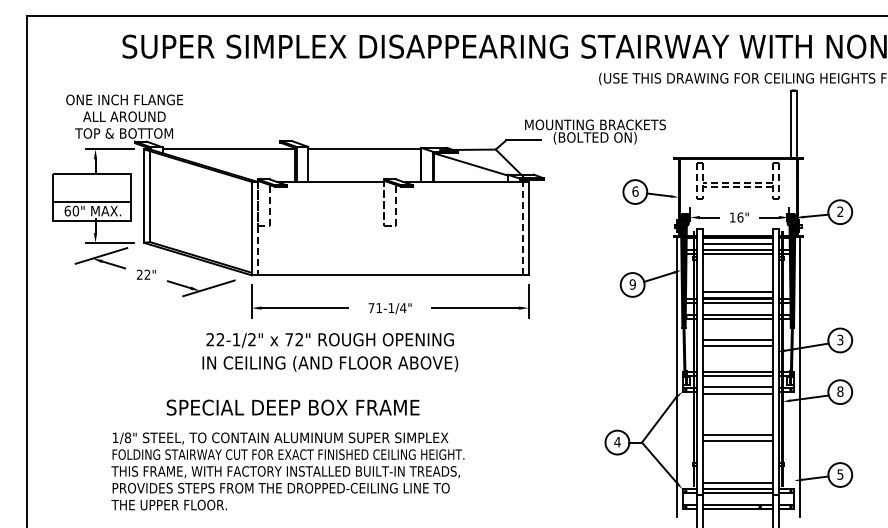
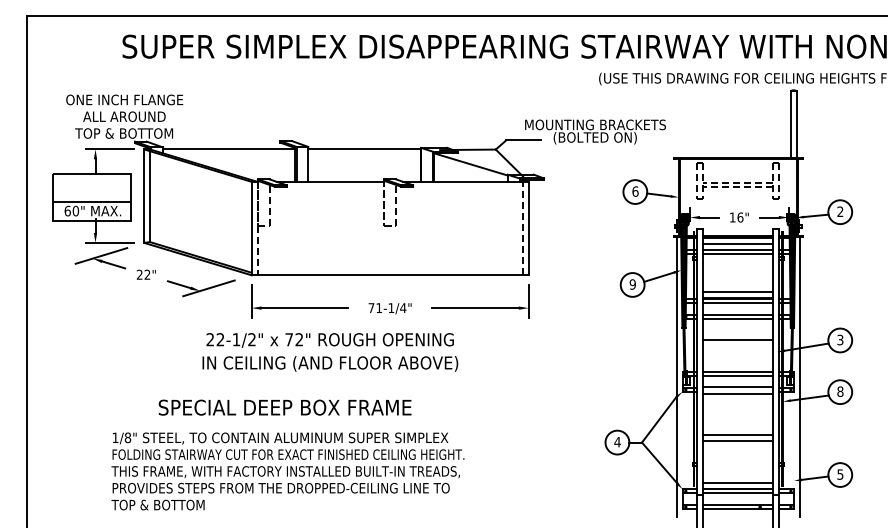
line at (738, 345): present -> none
text at (292, 407) position: (292, 407) -> (284, 407)
text at (172, 504): THE UPPER FLOOR. -> TOP & BOTTOM
